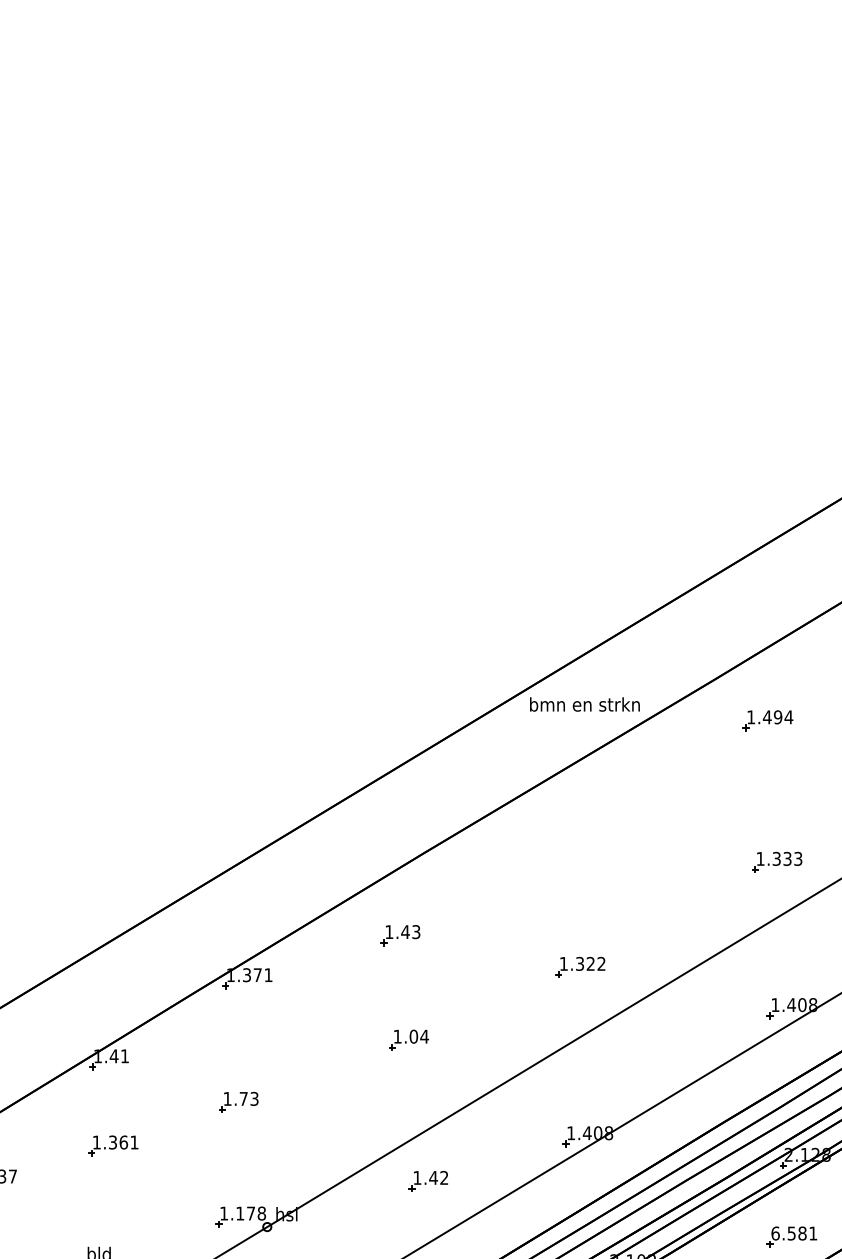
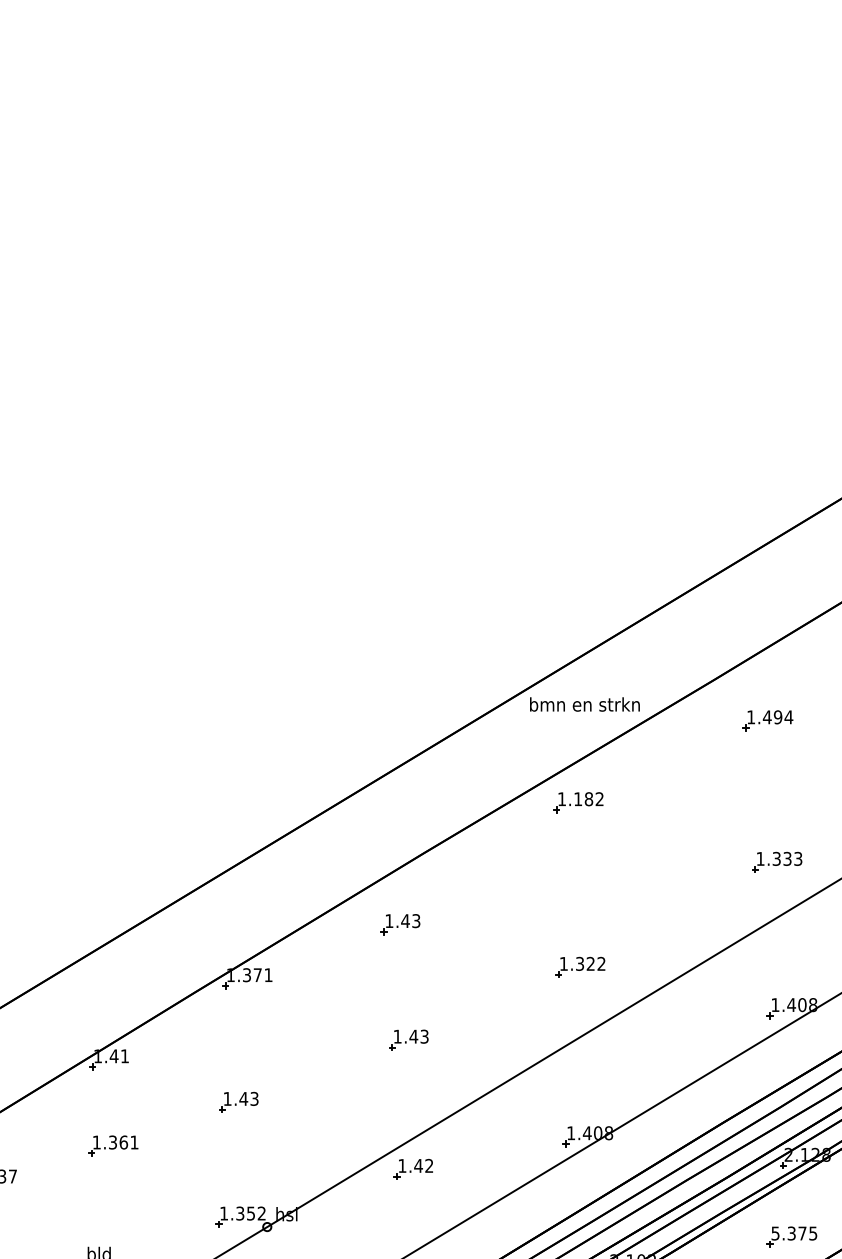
part at (578, 802): none -> present
part at (400, 935) position: (400, 935) -> (400, 924)
text at (419, 1036): 1.04 -> 1.43
text at (243, 1098): 1.73 -> 1.43
part at (427, 1181) position: (427, 1181) -> (412, 1169)
text at (251, 1213): 1.178 -> 1.352
text at (794, 1233): 6.581 -> 5.375
